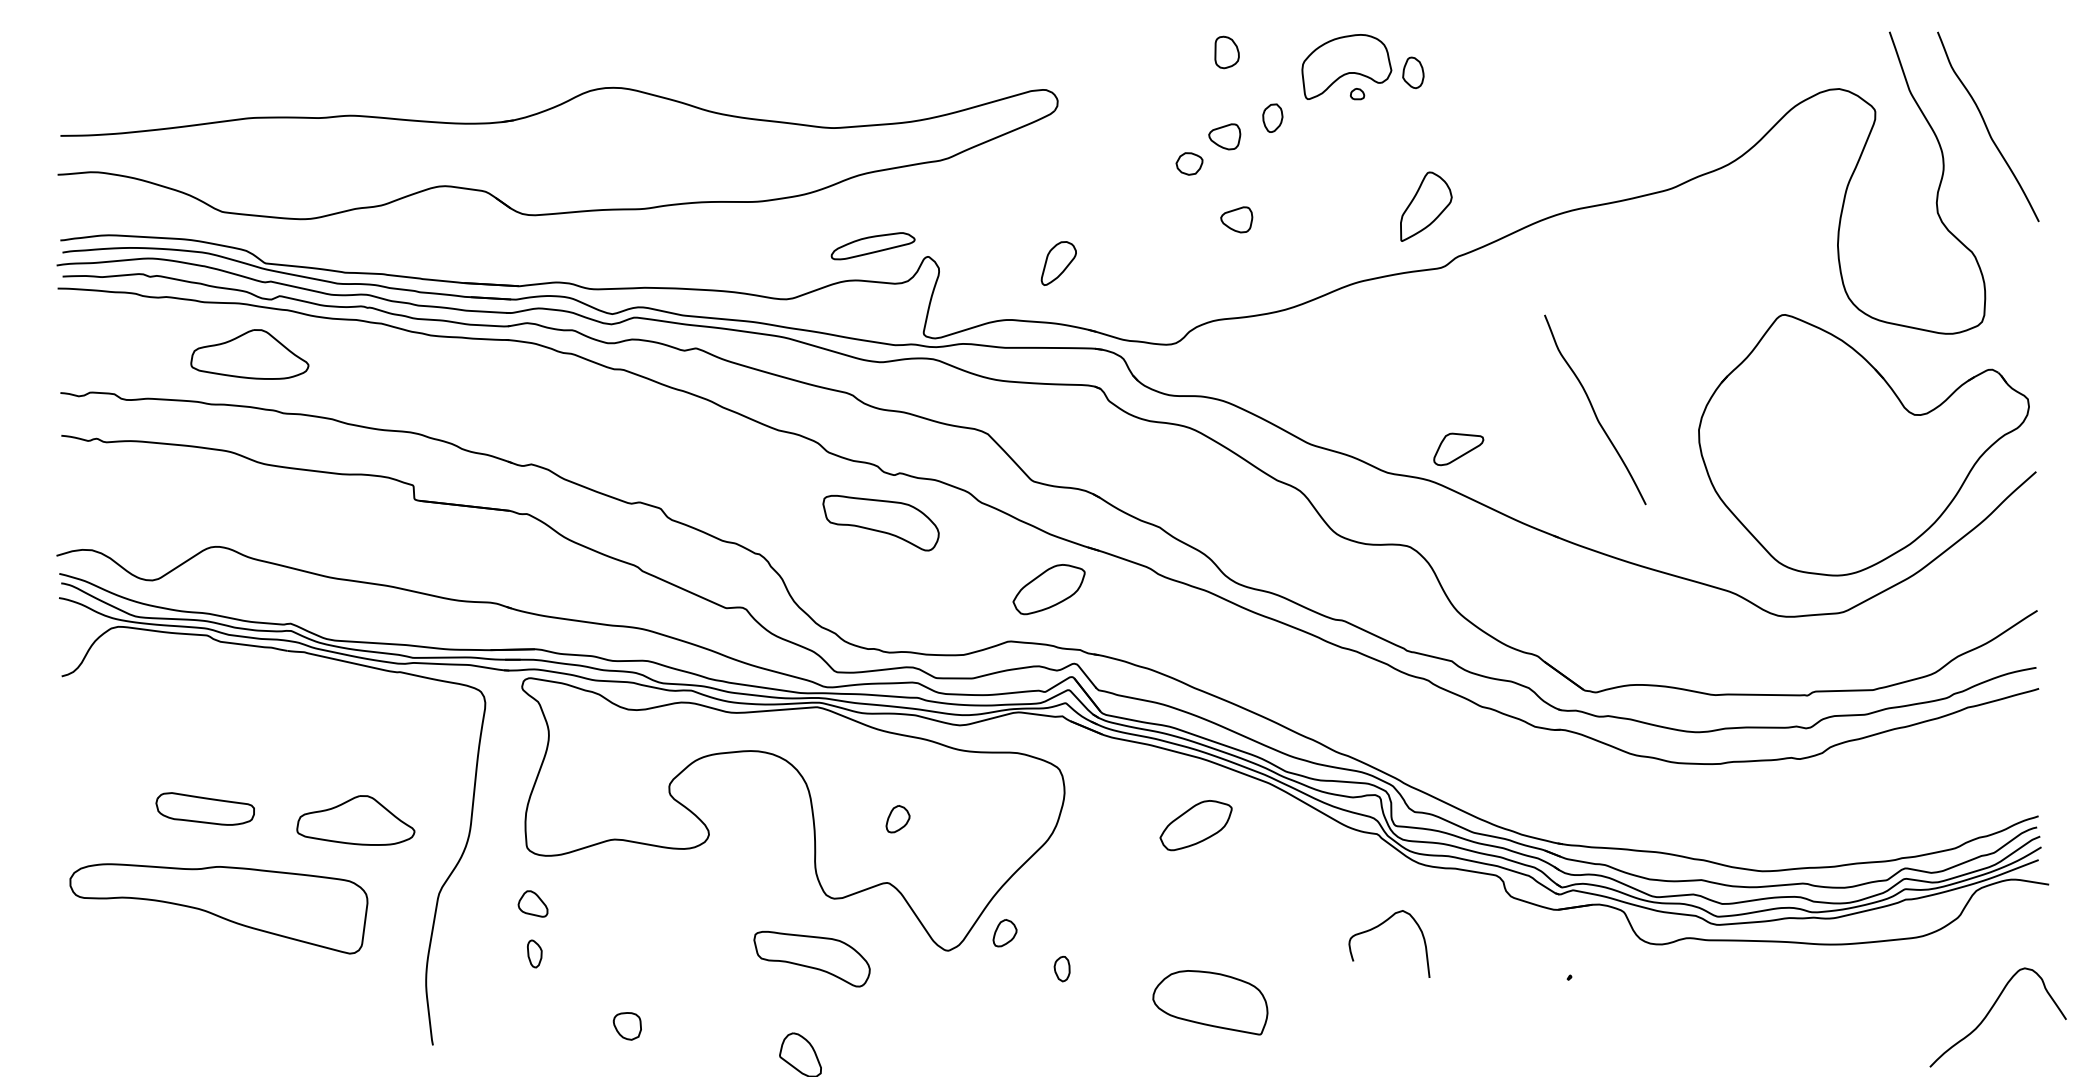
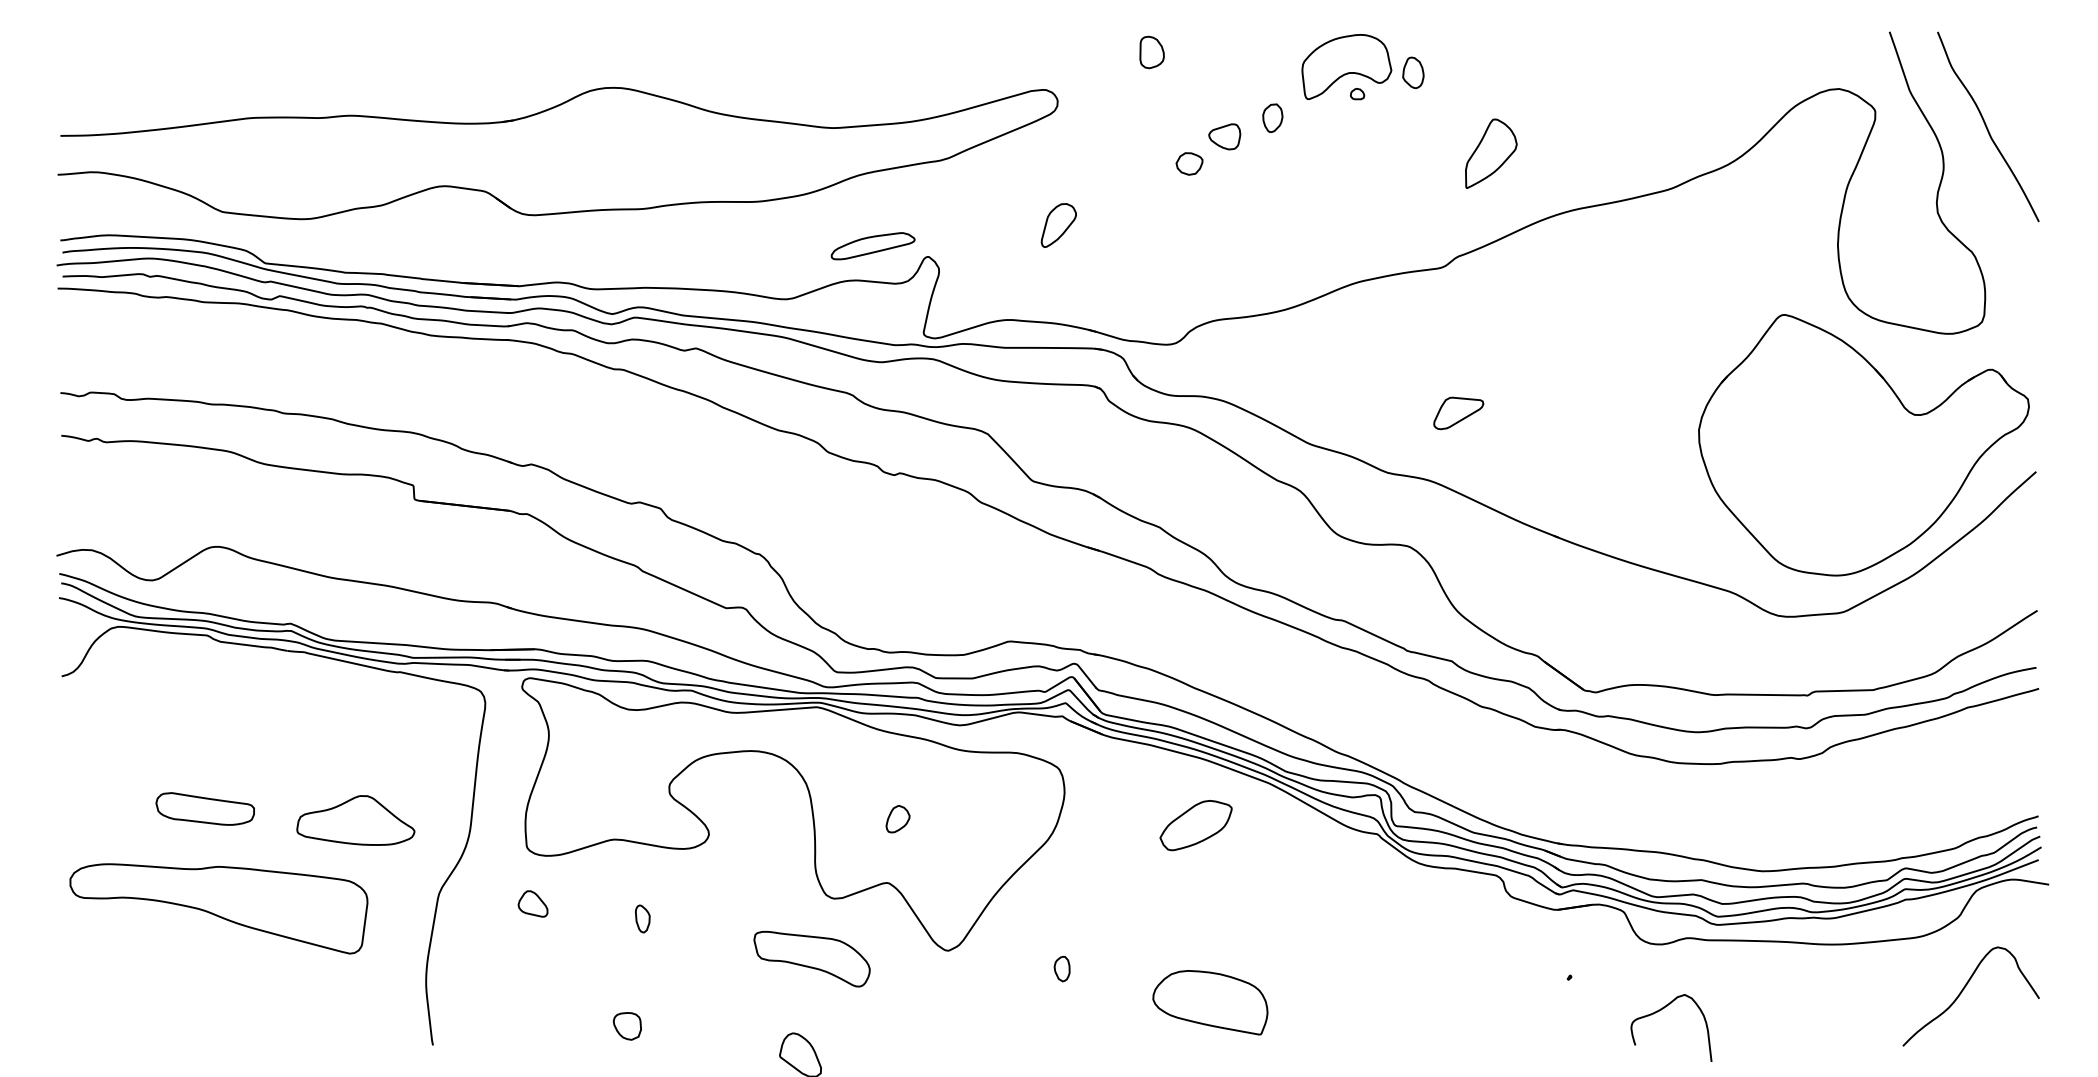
part at (1226, 52) position: (1226, 52) -> (1151, 52)
part at (1426, 206) position: (1426, 206) -> (1491, 153)
part at (1236, 219): present -> none
part at (1058, 263) position: (1058, 263) -> (1058, 225)
part at (249, 354): present -> none
curve at (1594, 409): present -> none
part at (1458, 449) position: (1458, 449) -> (1458, 413)
part at (880, 523): present -> none
part at (1048, 589): present -> none
curve at (1379, 926) position: (1379, 926) -> (1661, 1010)
part at (1004, 933): present -> none
part at (534, 953) position: (534, 953) -> (642, 918)
curve at (1989, 1013) position: (1989, 1013) -> (1962, 992)
